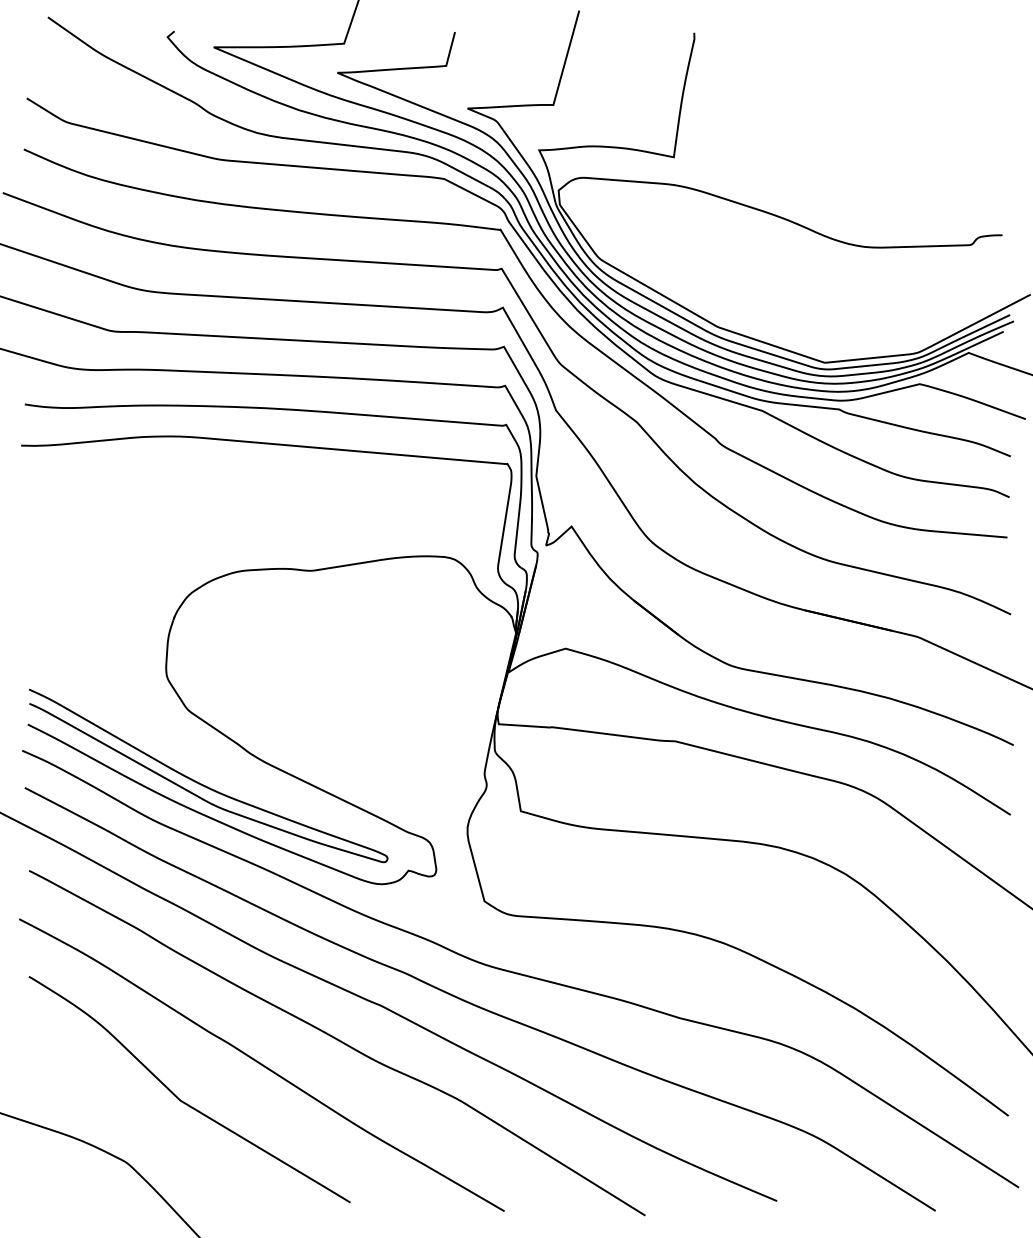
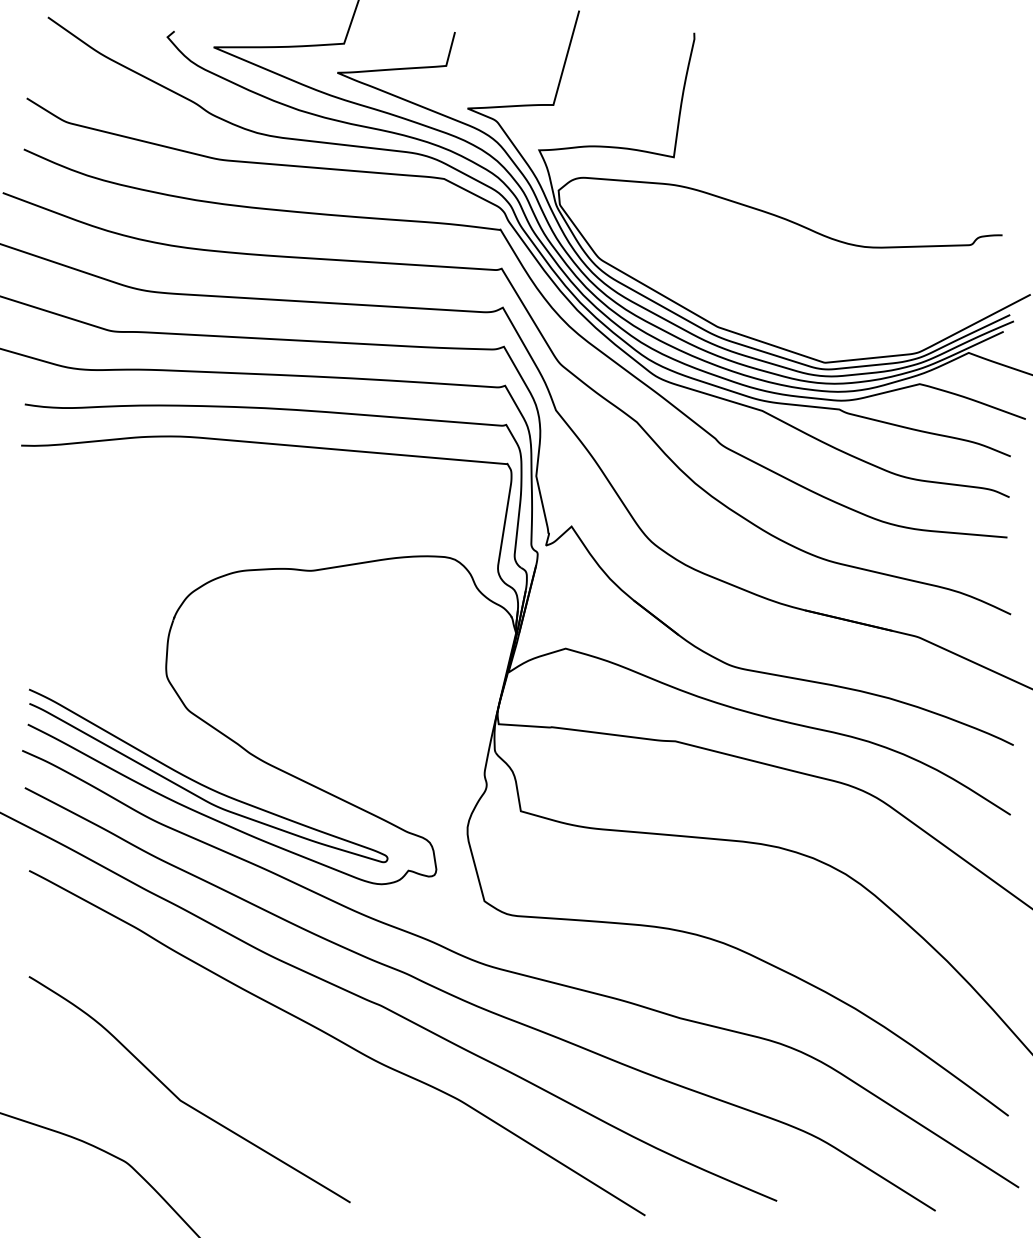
curve at (261, 1064): present -> none
